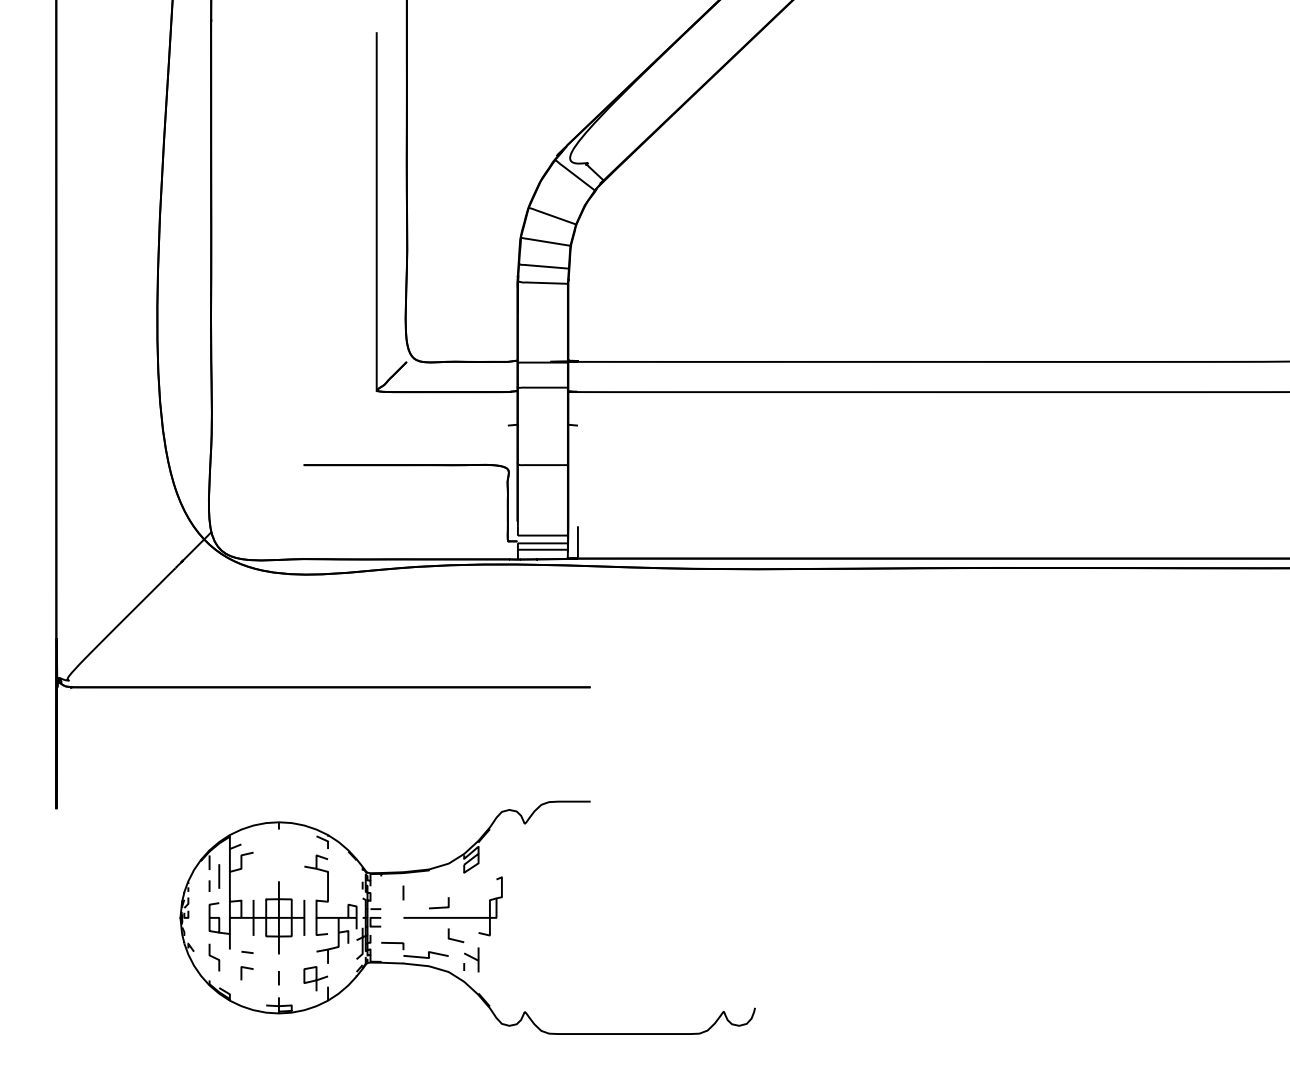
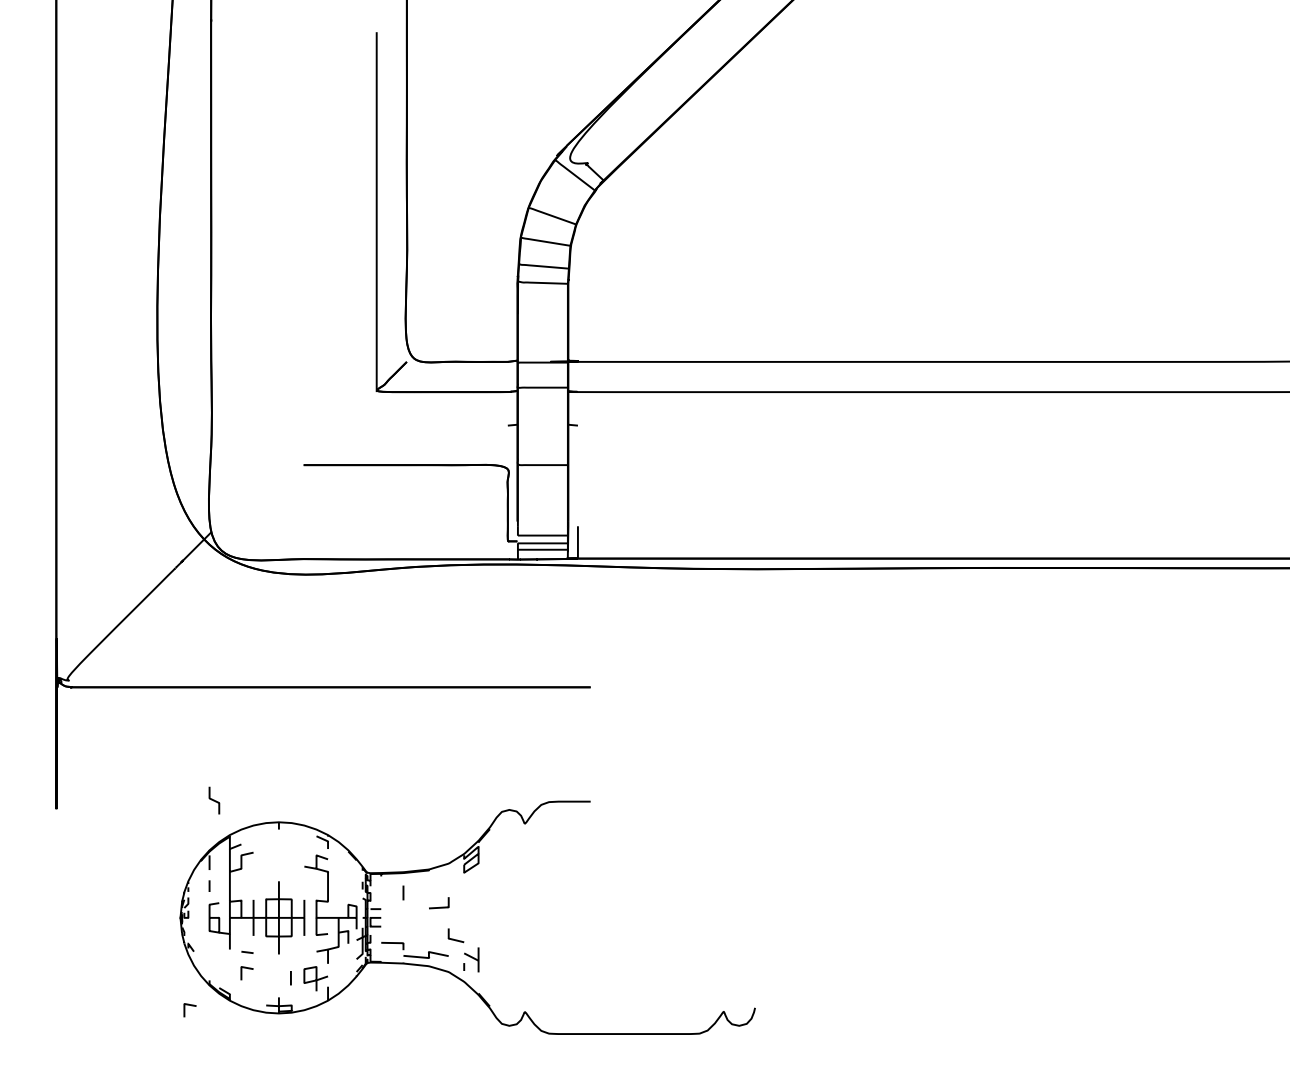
line at (219, 876): present -> none
part at (452, 917): present -> none
curve at (214, 957) position: (214, 957) -> (214, 800)
line at (278, 978) position: (278, 978) -> (290, 978)
curve at (185, 1010): none -> present
